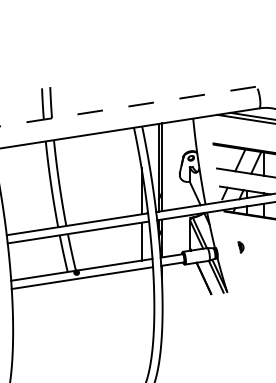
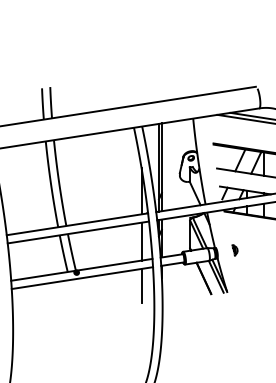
line at (128, 106): dashed -> solid
part at (240, 247) position: (240, 247) -> (234, 250)
line at (141, 285): none -> present
